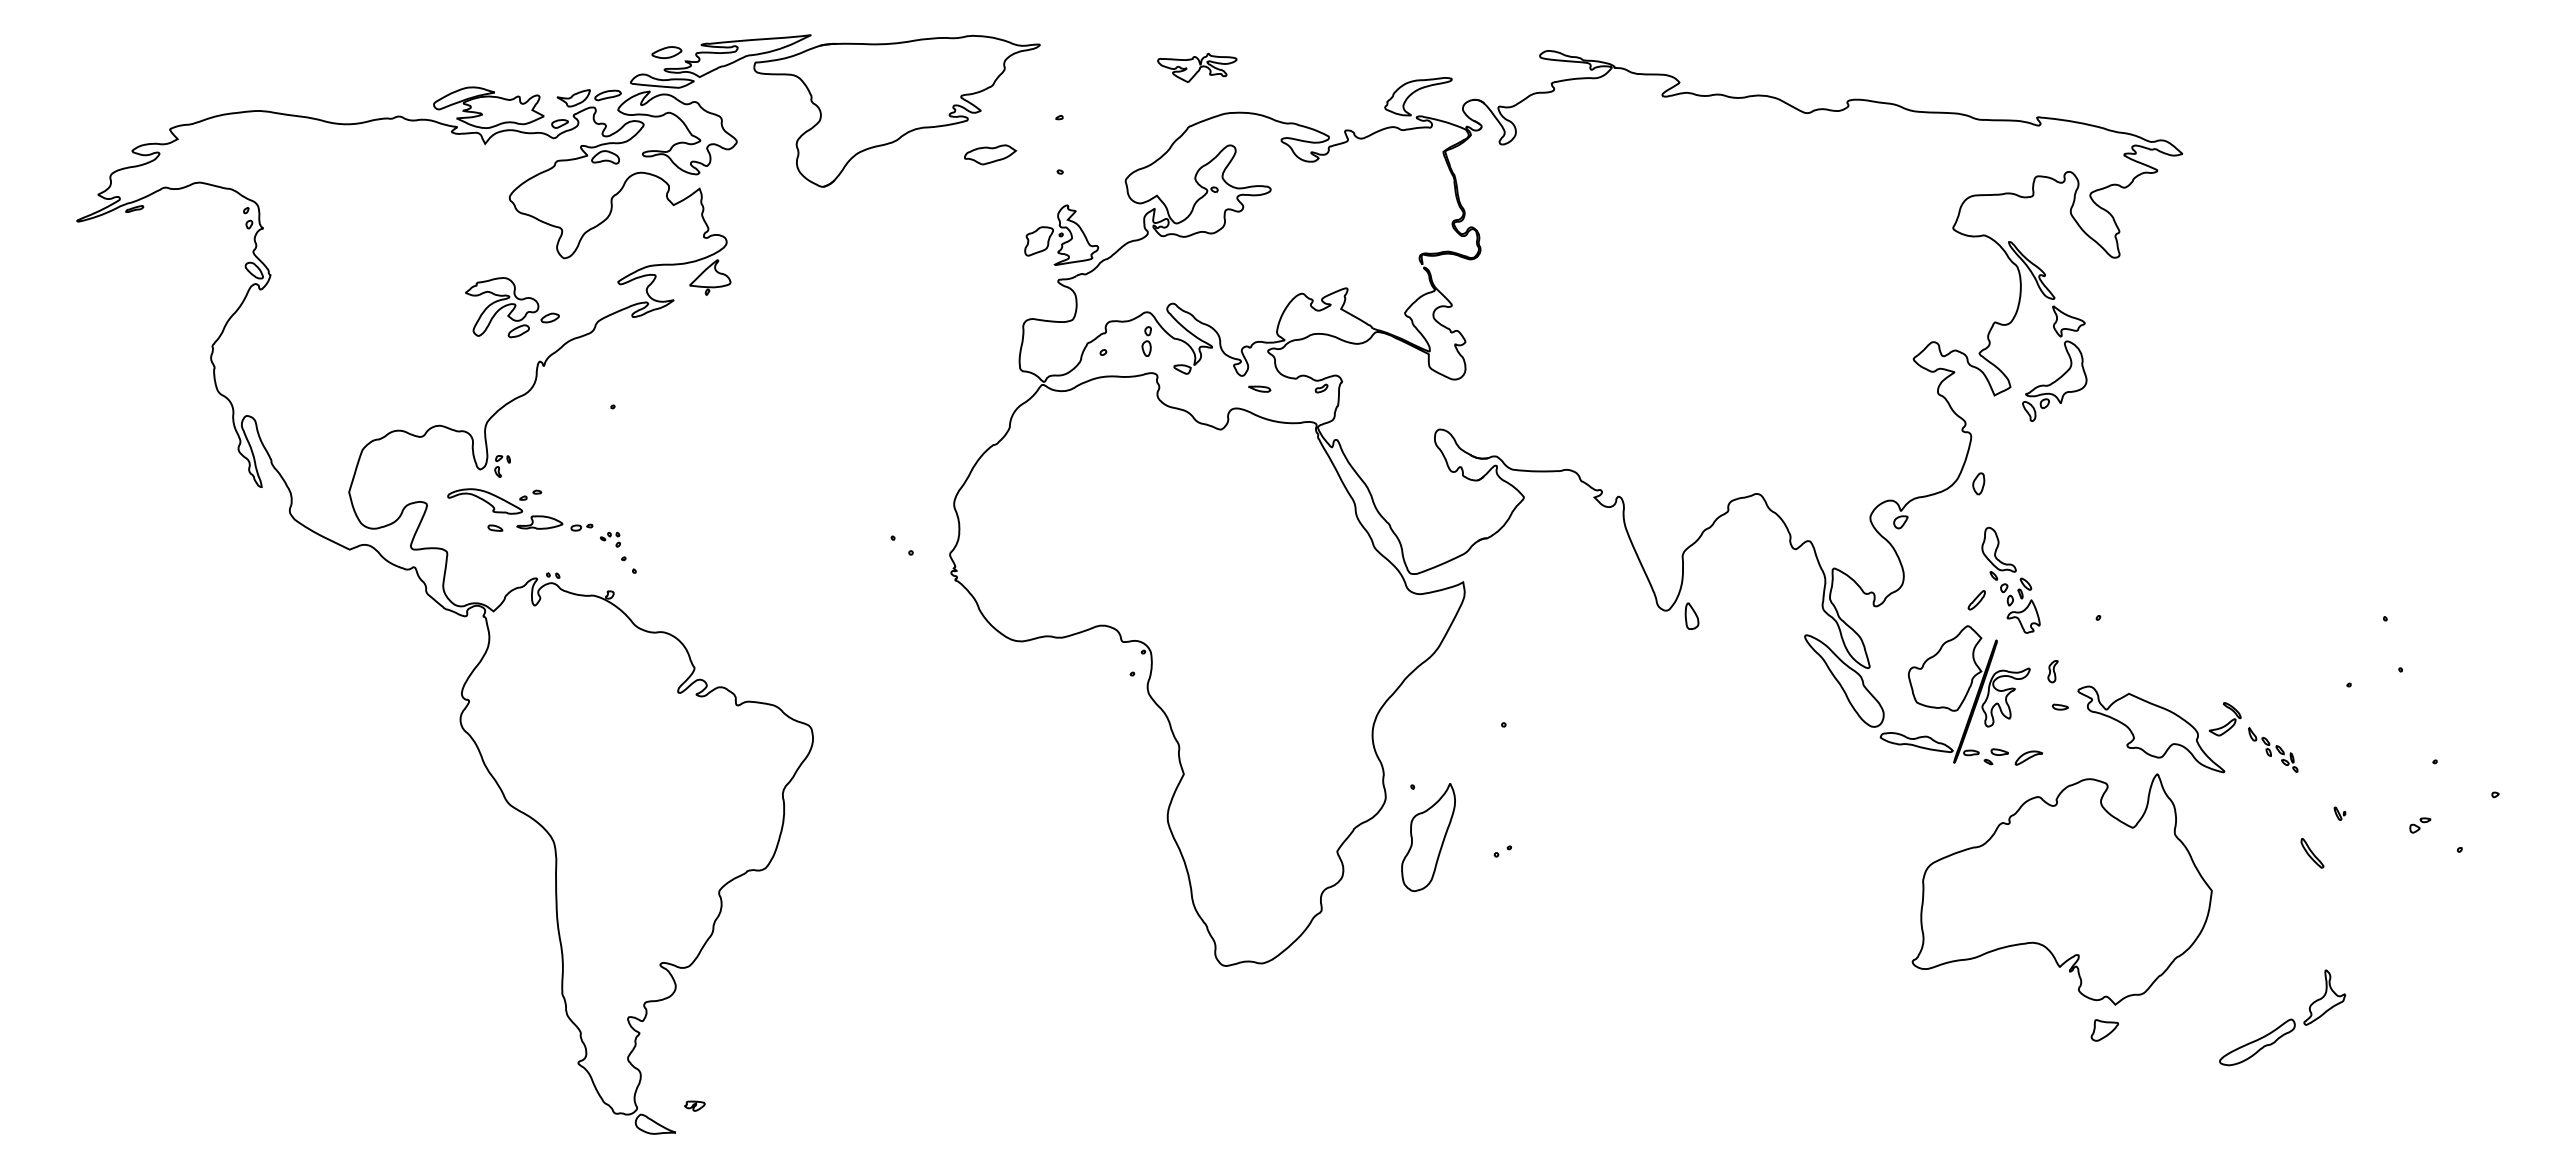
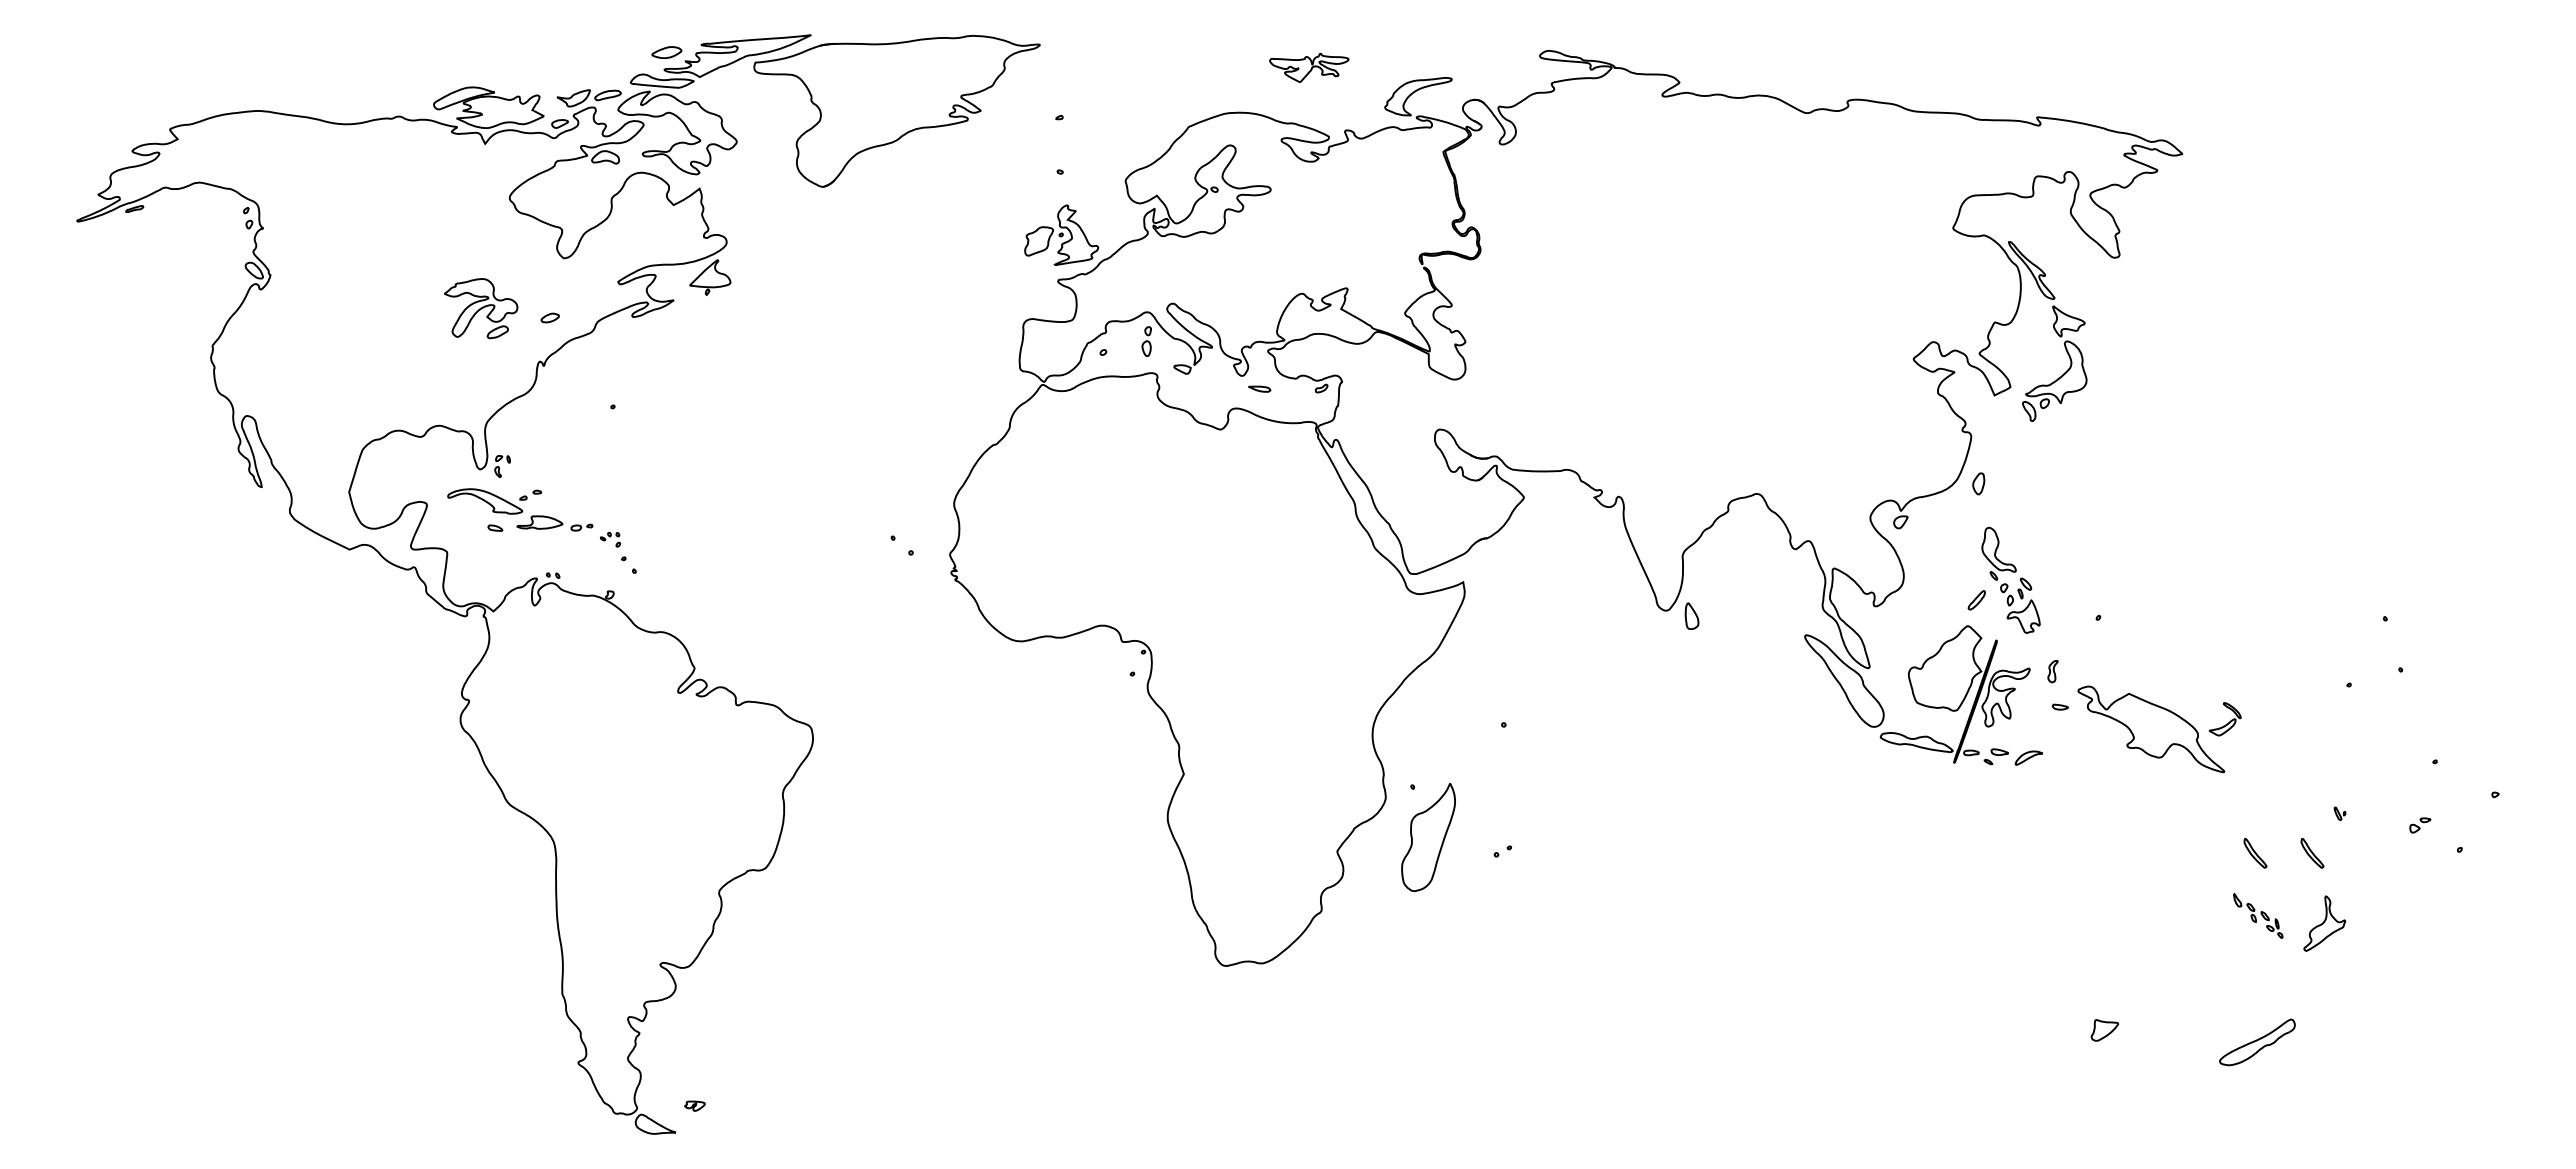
part at (1197, 67) position: (1197, 67) -> (1309, 67)
part at (990, 154): present -> none
part at (502, 307) position: (502, 307) -> (481, 308)
part at (2273, 749) position: (2273, 749) -> (2258, 915)
part at (2255, 853): none -> present
part at (2061, 889): present -> none
part at (2324, 997) position: (2324, 997) -> (2324, 923)
